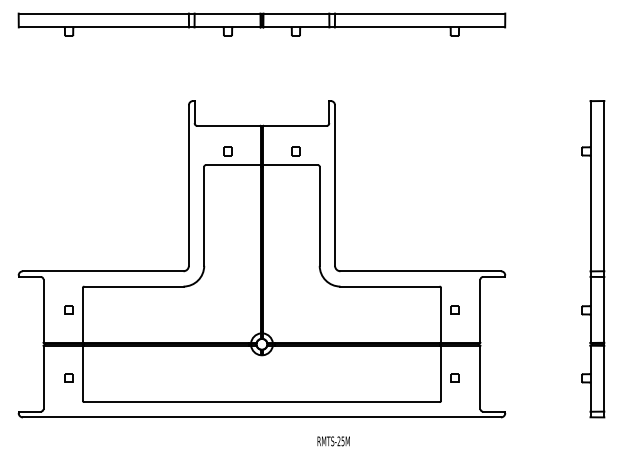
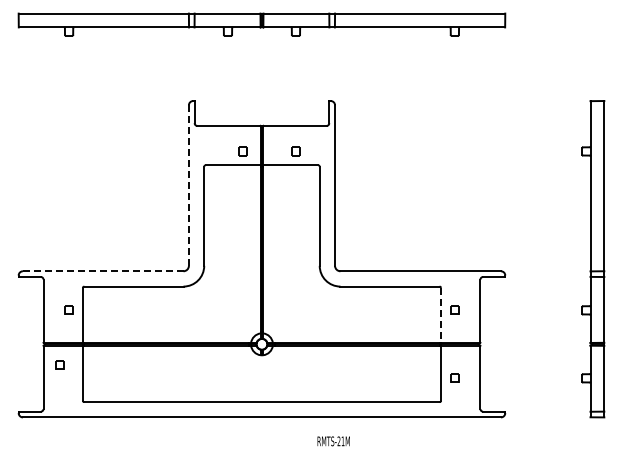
part at (227, 151) position: (227, 151) -> (242, 151)
line at (188, 186): solid -> dashed
line at (102, 271): solid -> dashed
line at (441, 315): solid -> dashed
part at (68, 377) position: (68, 377) -> (59, 364)
text at (342, 441): RMTS-25M -> RMTS-21M
